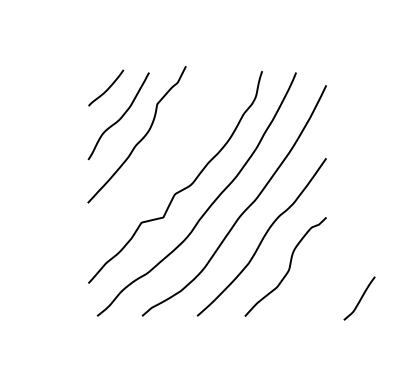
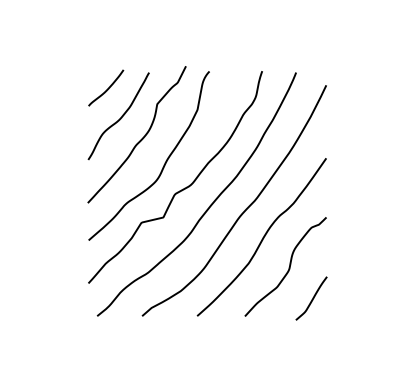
curve at (164, 162): none -> present
curve at (360, 298) position: (360, 298) -> (312, 298)
